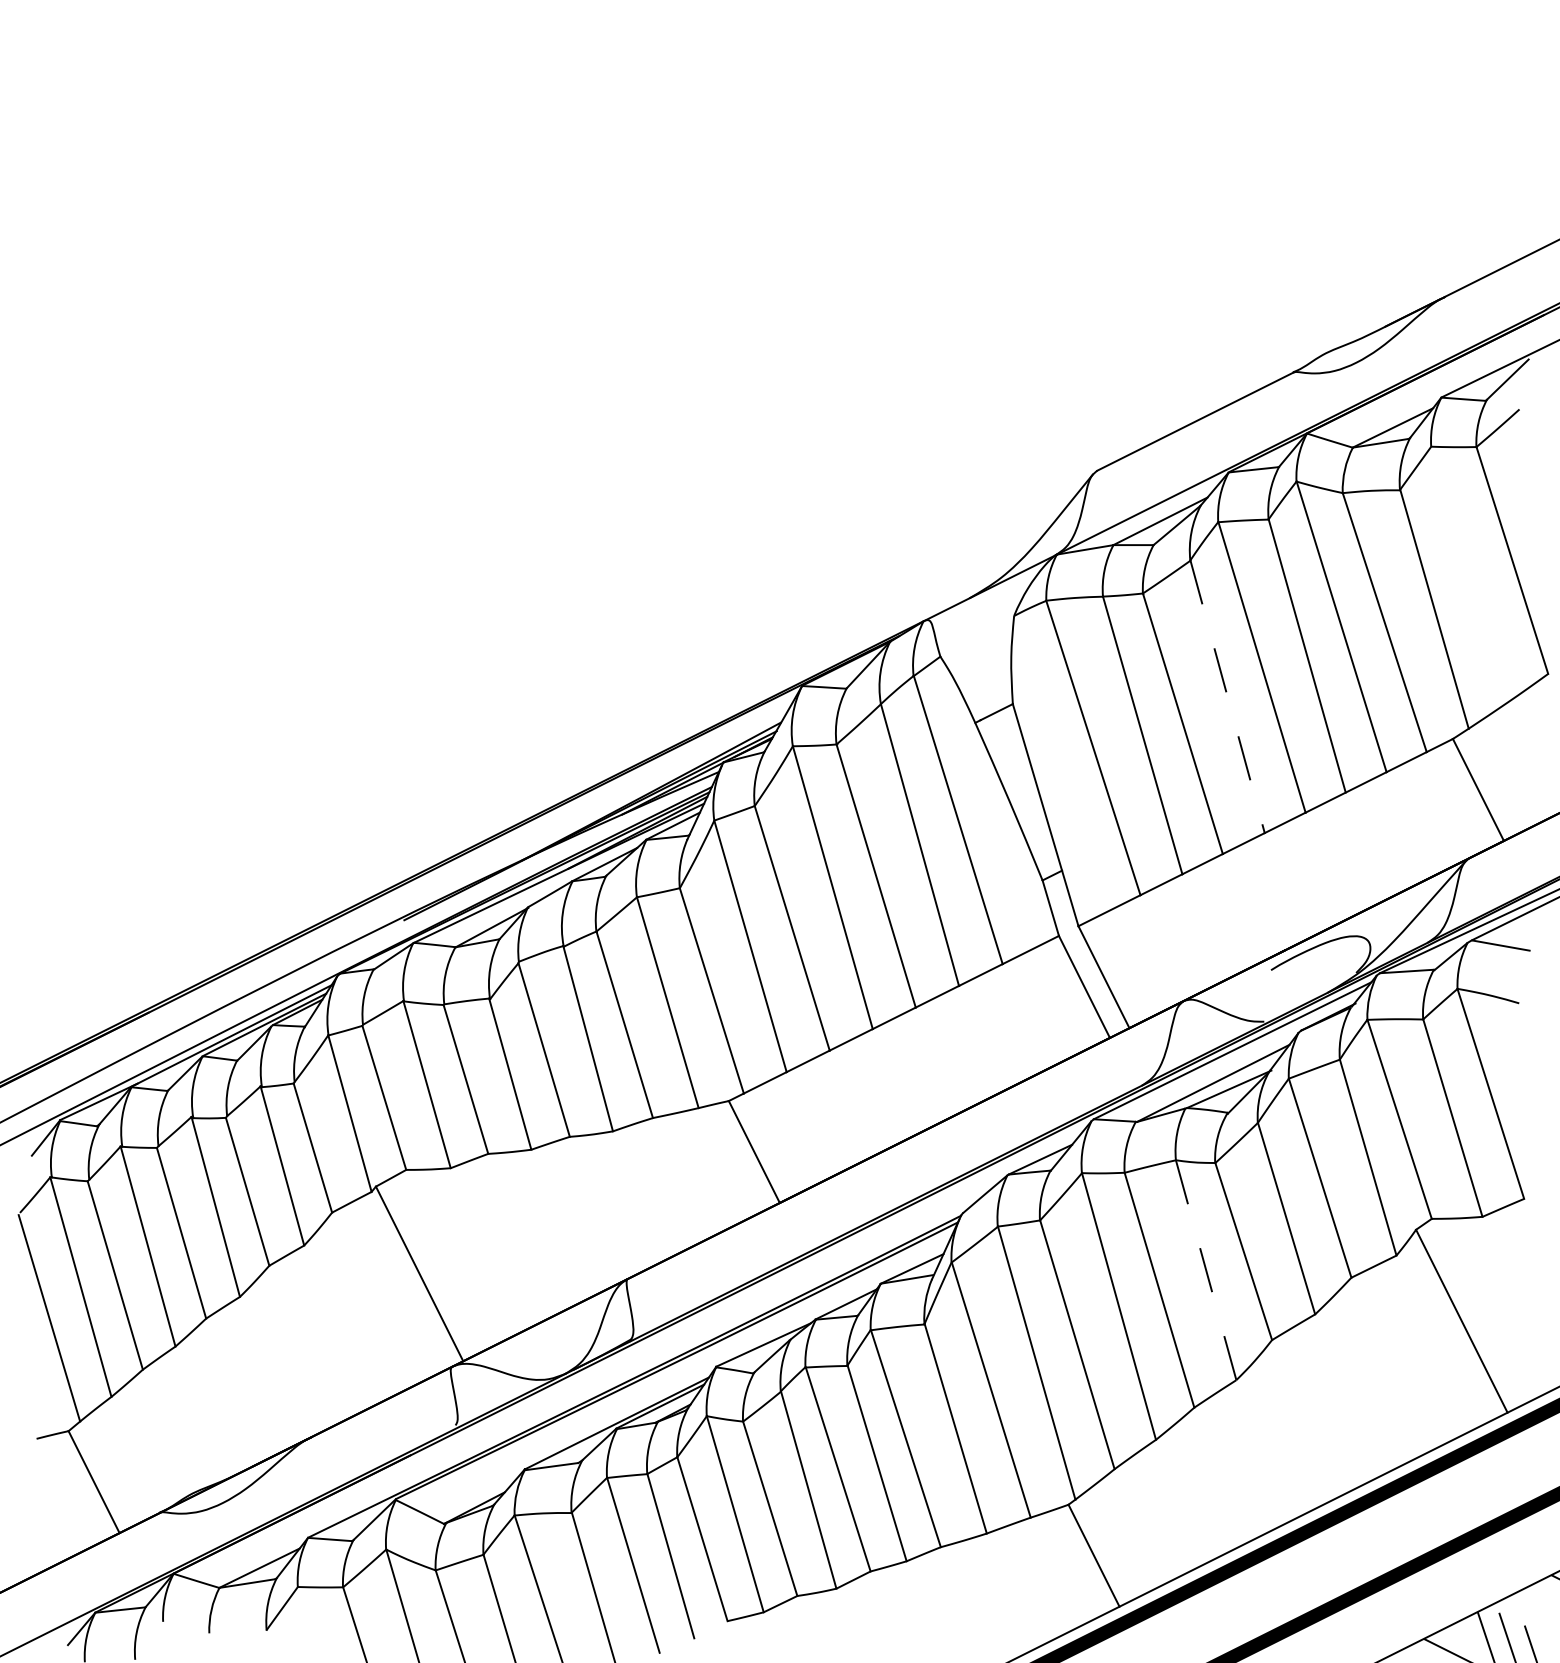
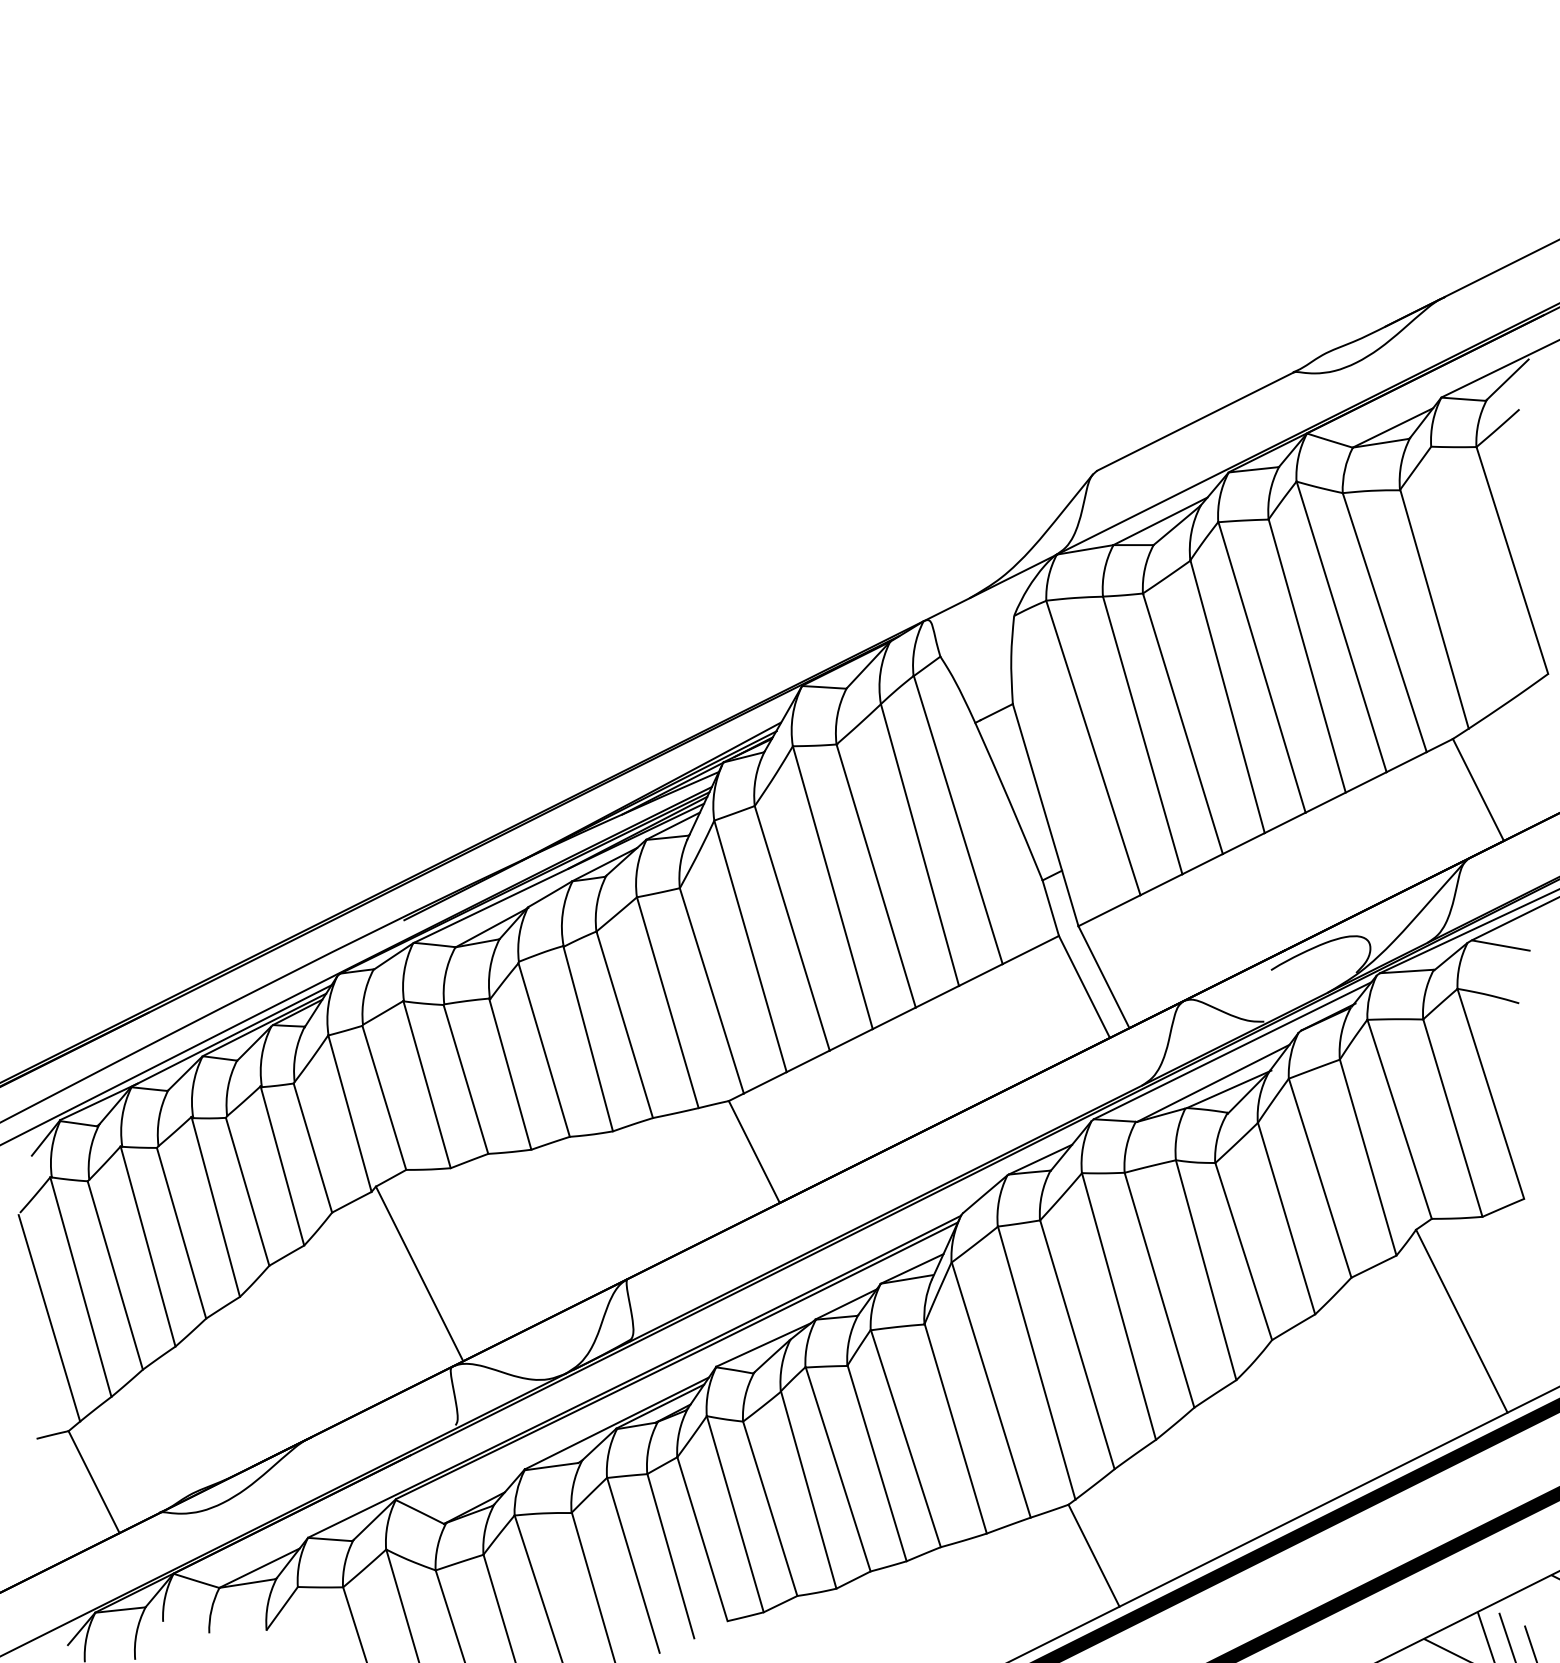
line at (1227, 697): dashed -> solid
line at (1206, 1270): dashed -> solid
